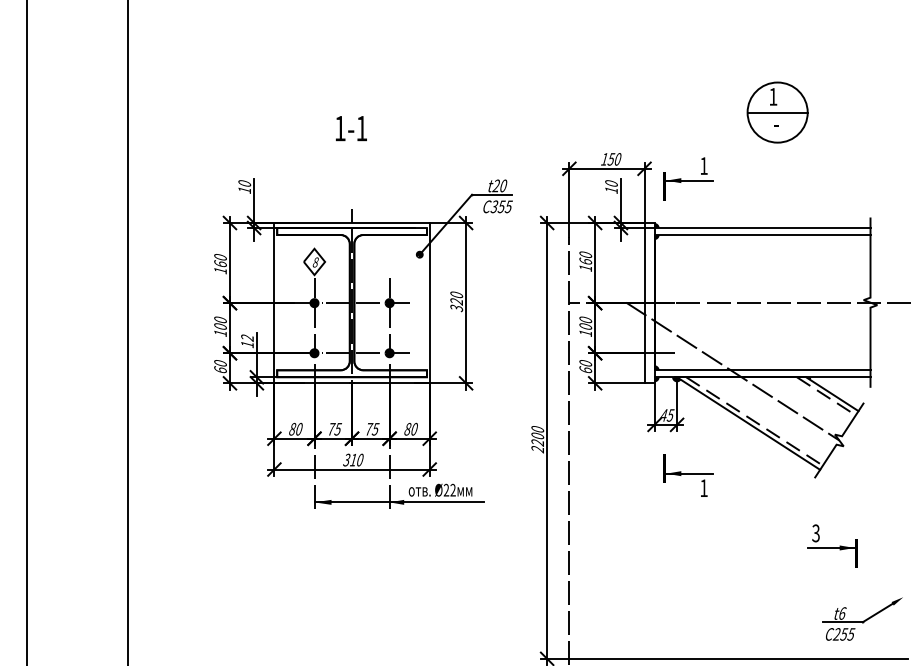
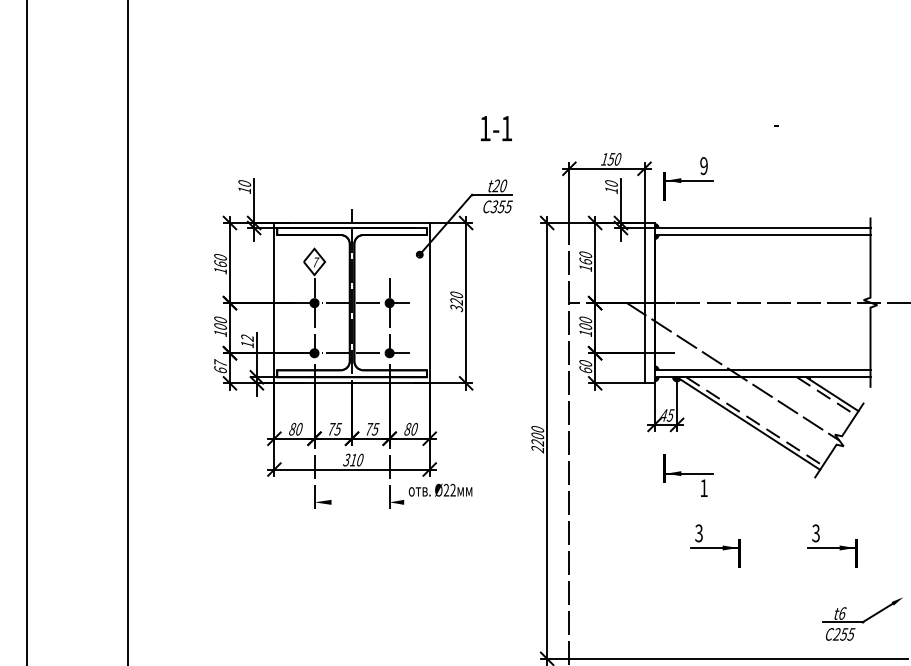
part at (777, 112): present -> none
text at (351, 128) position: (351, 128) -> (496, 128)
text at (703, 166): 1 -> 9
text at (315, 262): 8 -> 7
text at (220, 362): 60 -> 67
line at (398, 502): present -> none
part at (715, 545): none -> present
